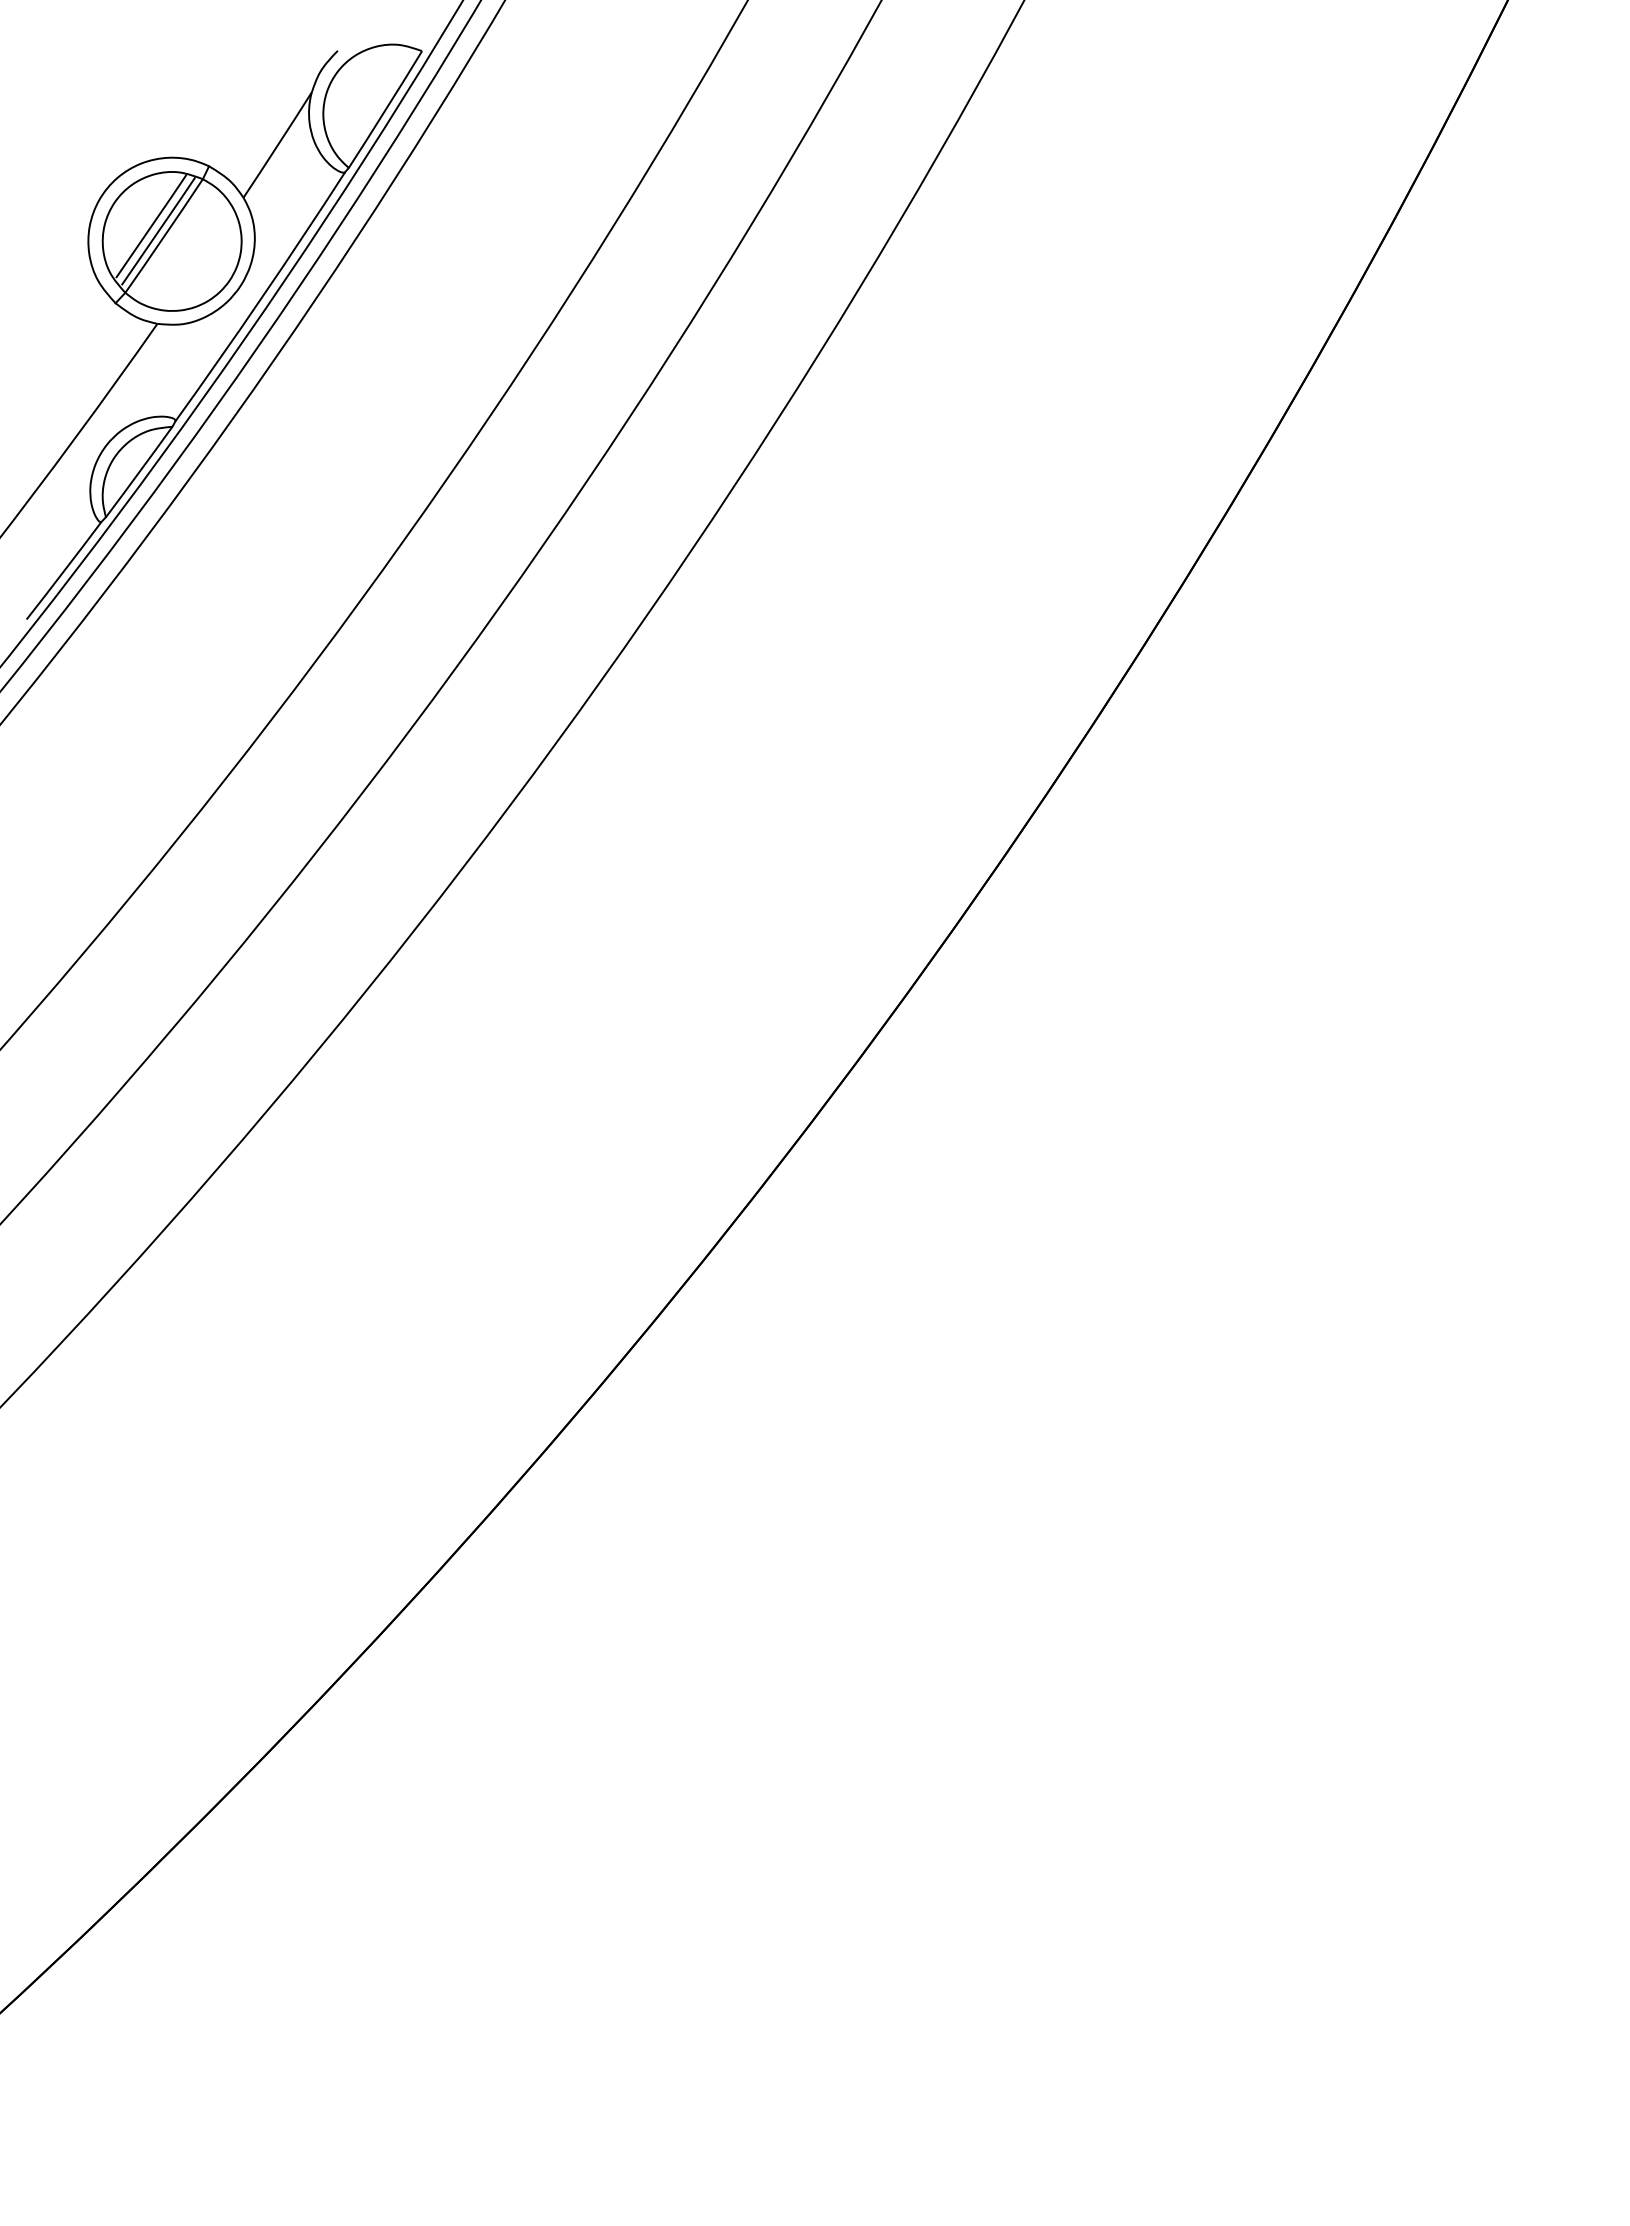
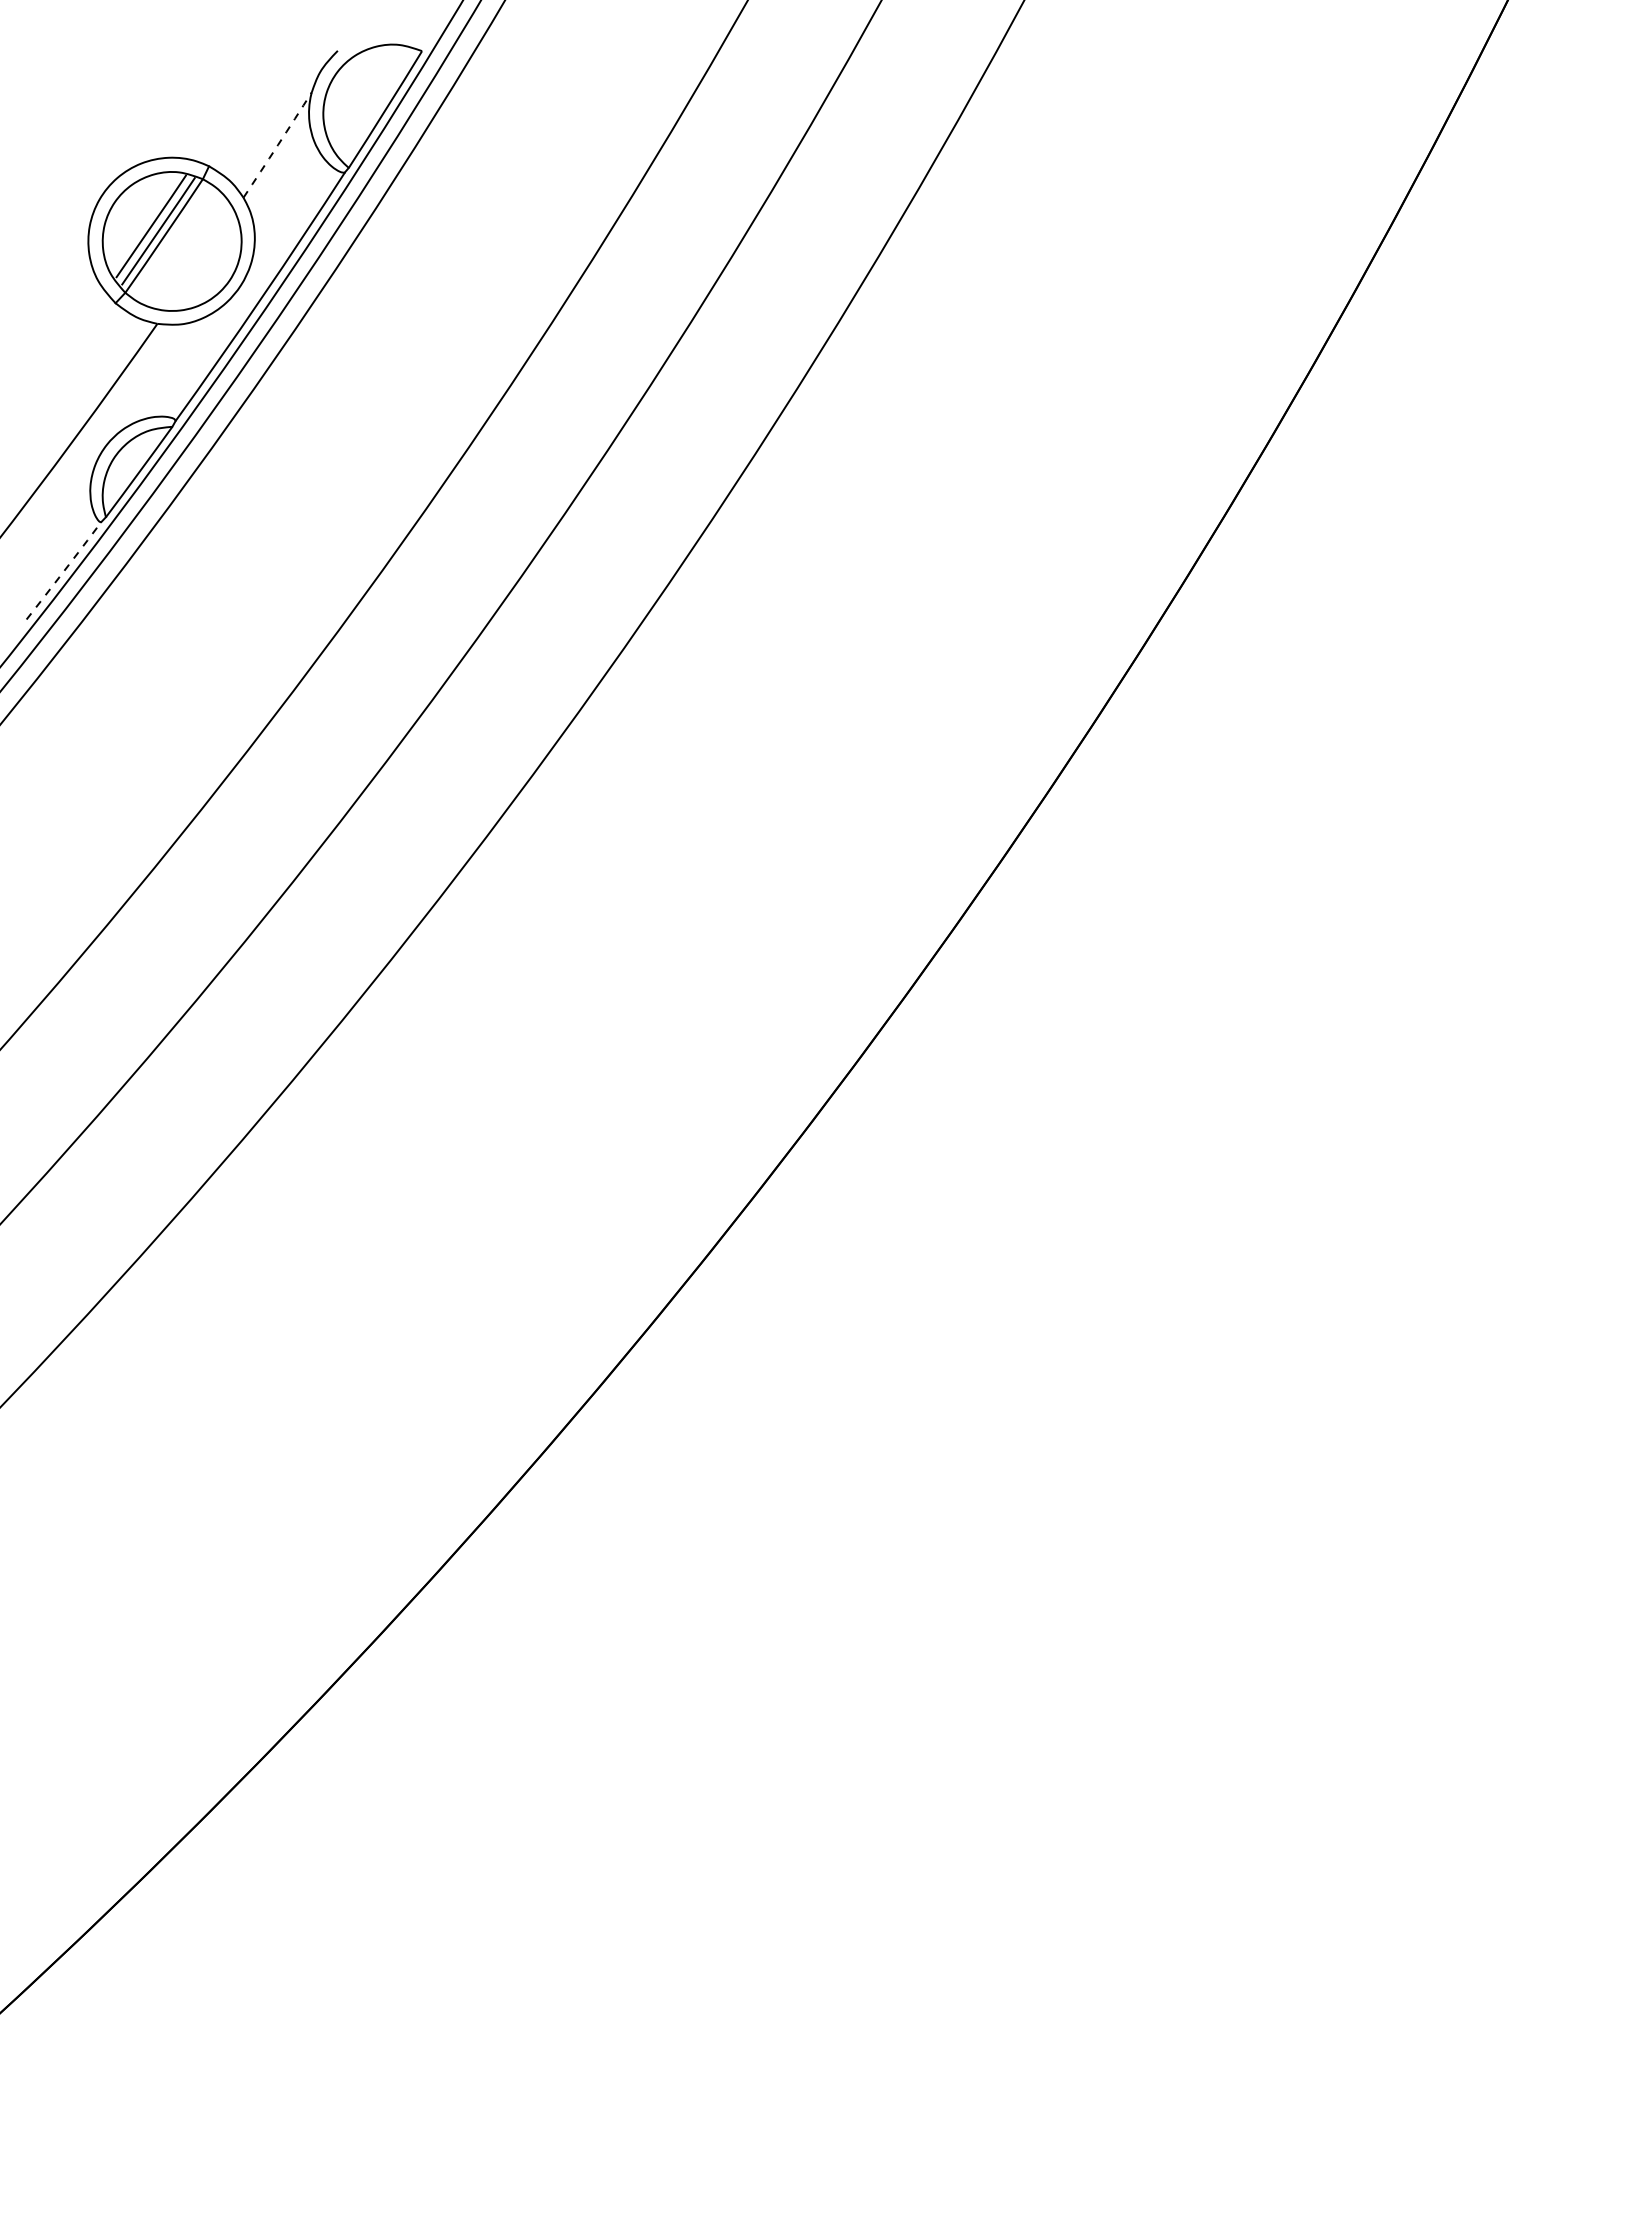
arc at (277, 145): solid -> dashed
arc at (64, 570): solid -> dashed
